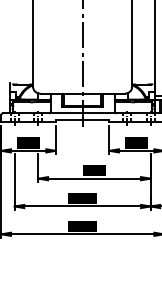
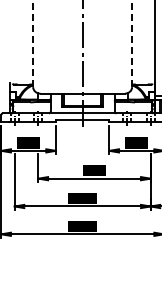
line at (33, 44): solid -> dashed
line at (132, 44): solid -> dashed
